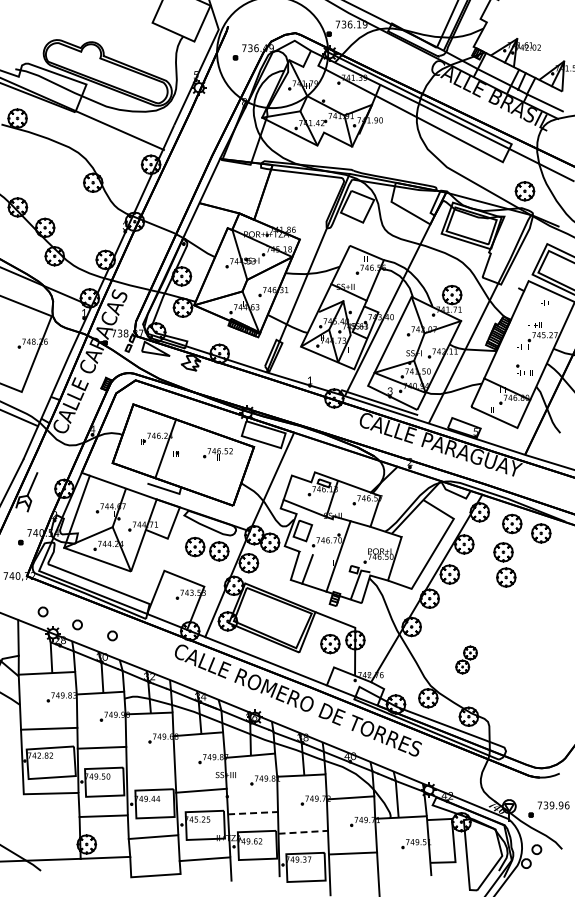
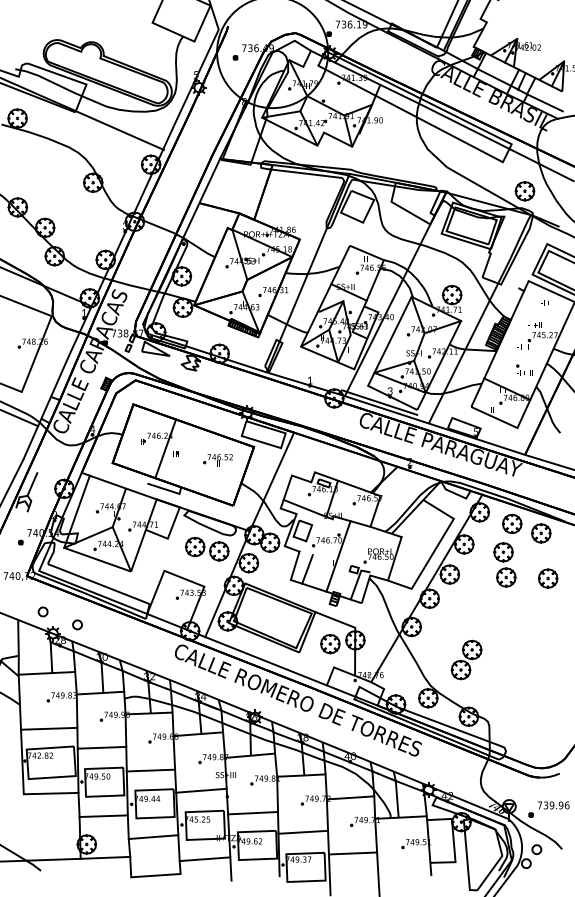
part at (217, 454) position: (217, 454) -> (217, 460)
part at (547, 578): none -> present
part at (112, 635): present -> none
part at (466, 659) size: 23x30 px -> 33x42 px
line at (150, 770): none -> present
line at (253, 813): dashed -> solid
line at (303, 832): dashed -> solid
